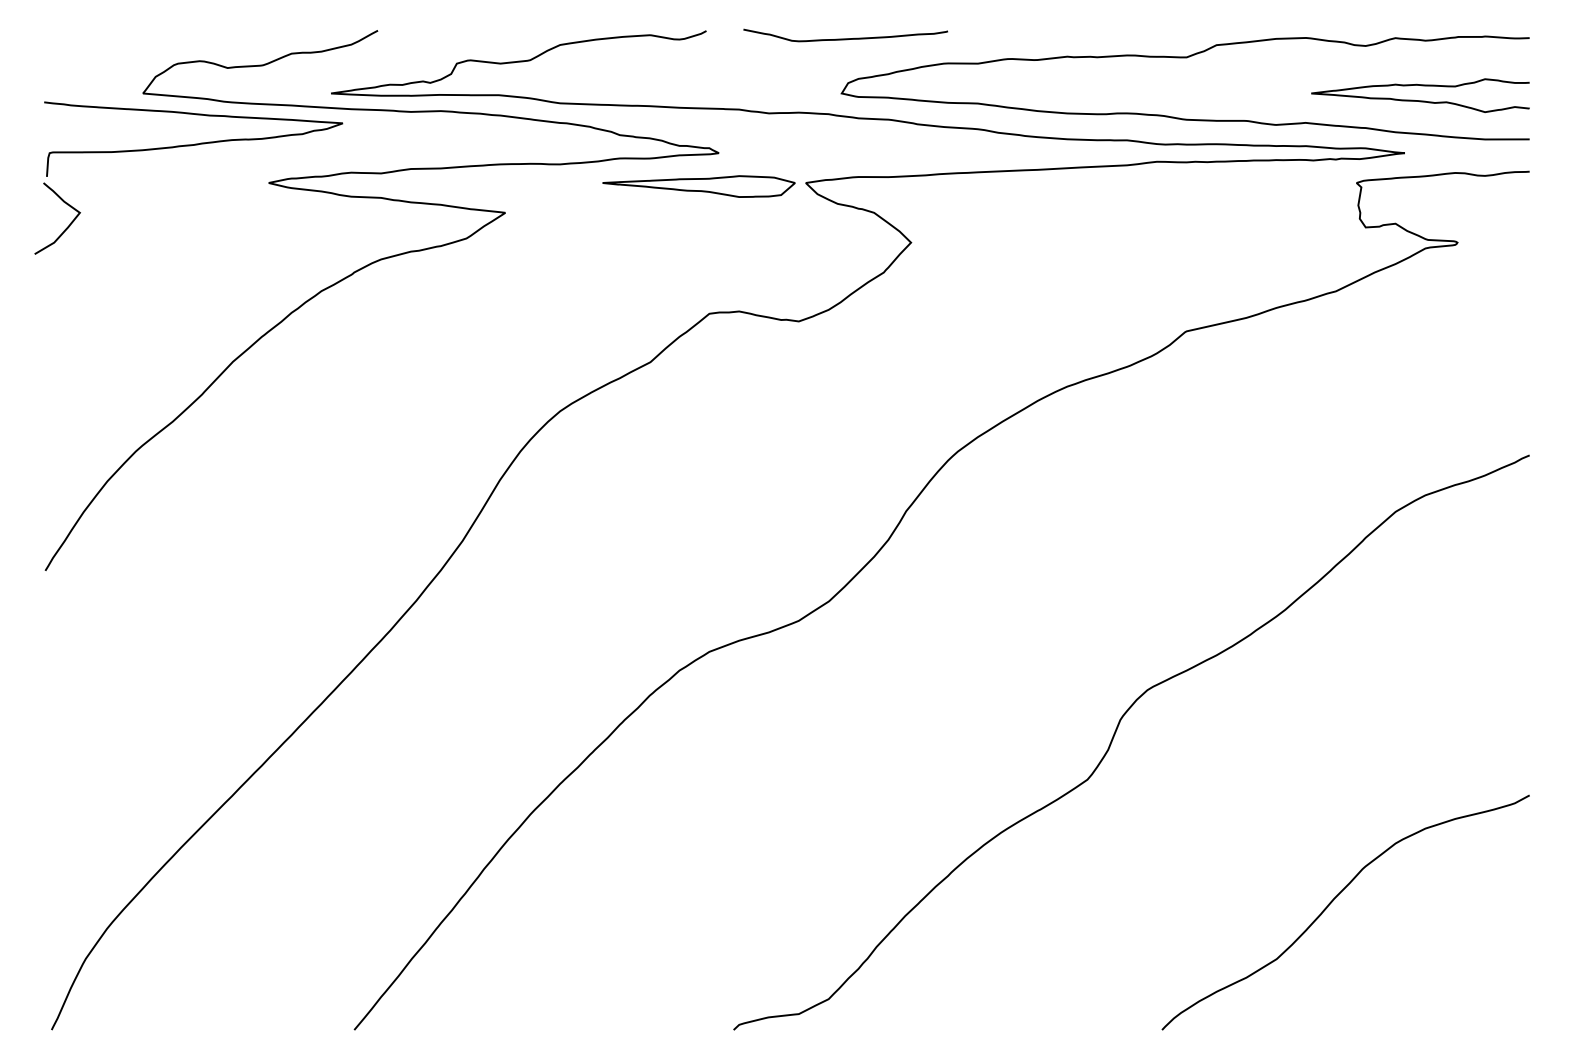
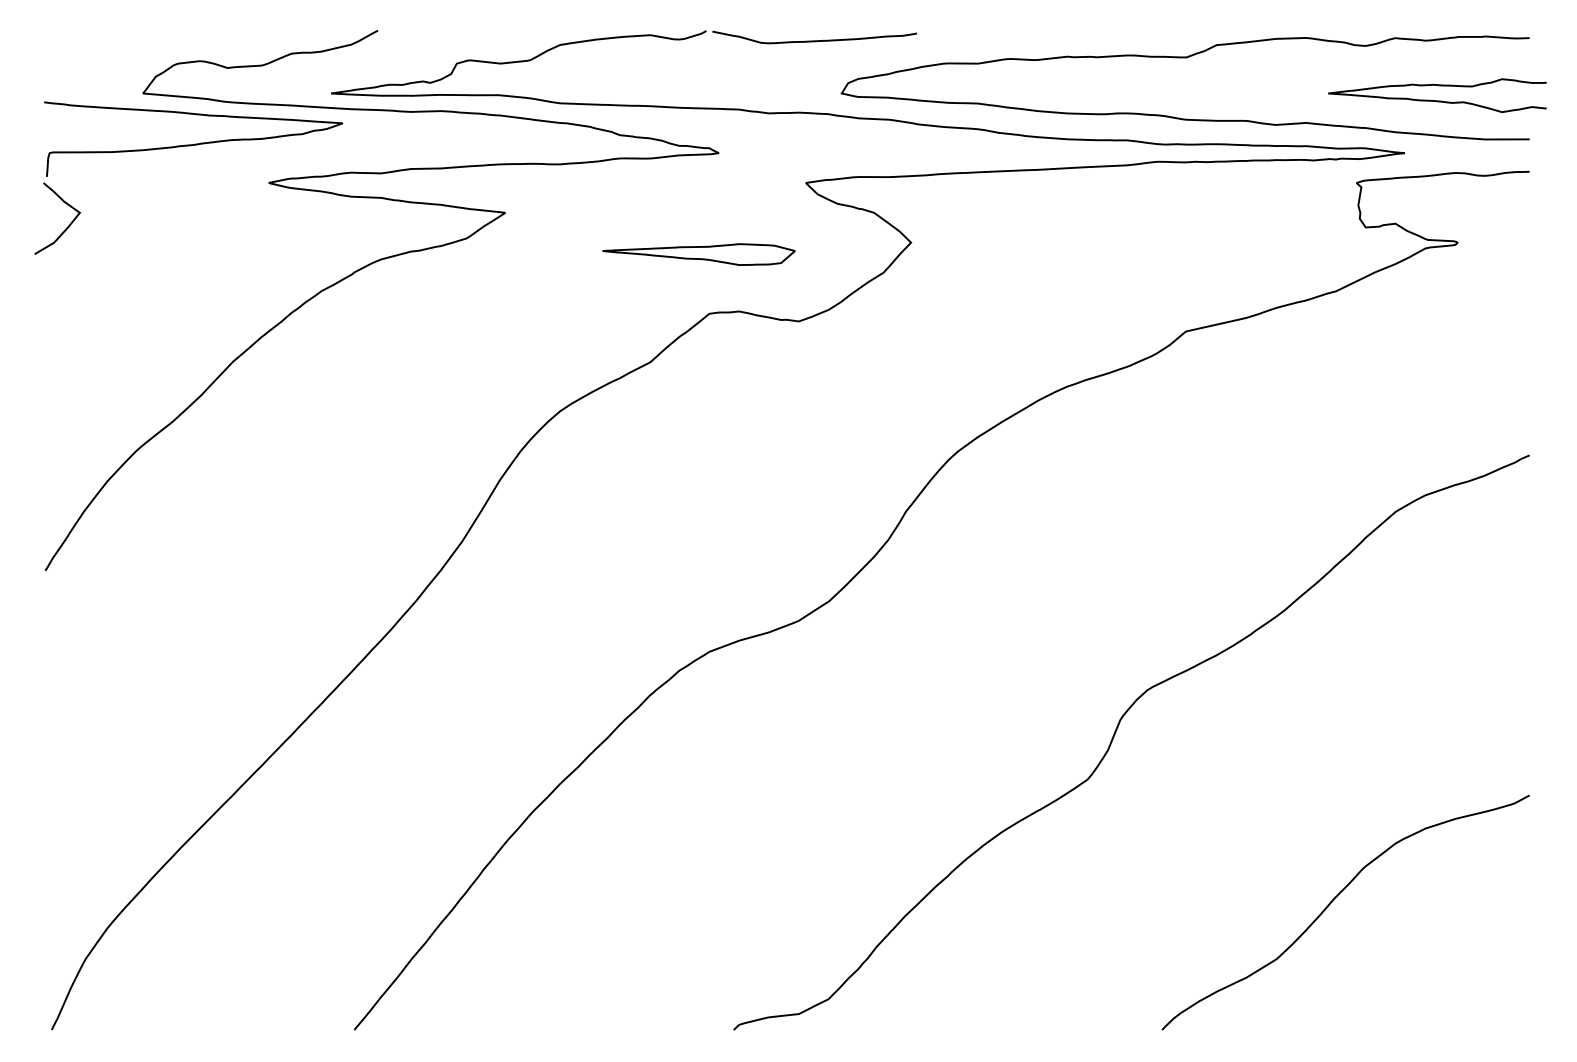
curve at (845, 38) position: (845, 38) -> (814, 40)
curve at (1420, 100) position: (1420, 100) -> (1437, 100)
part at (698, 186) position: (698, 186) -> (698, 254)
